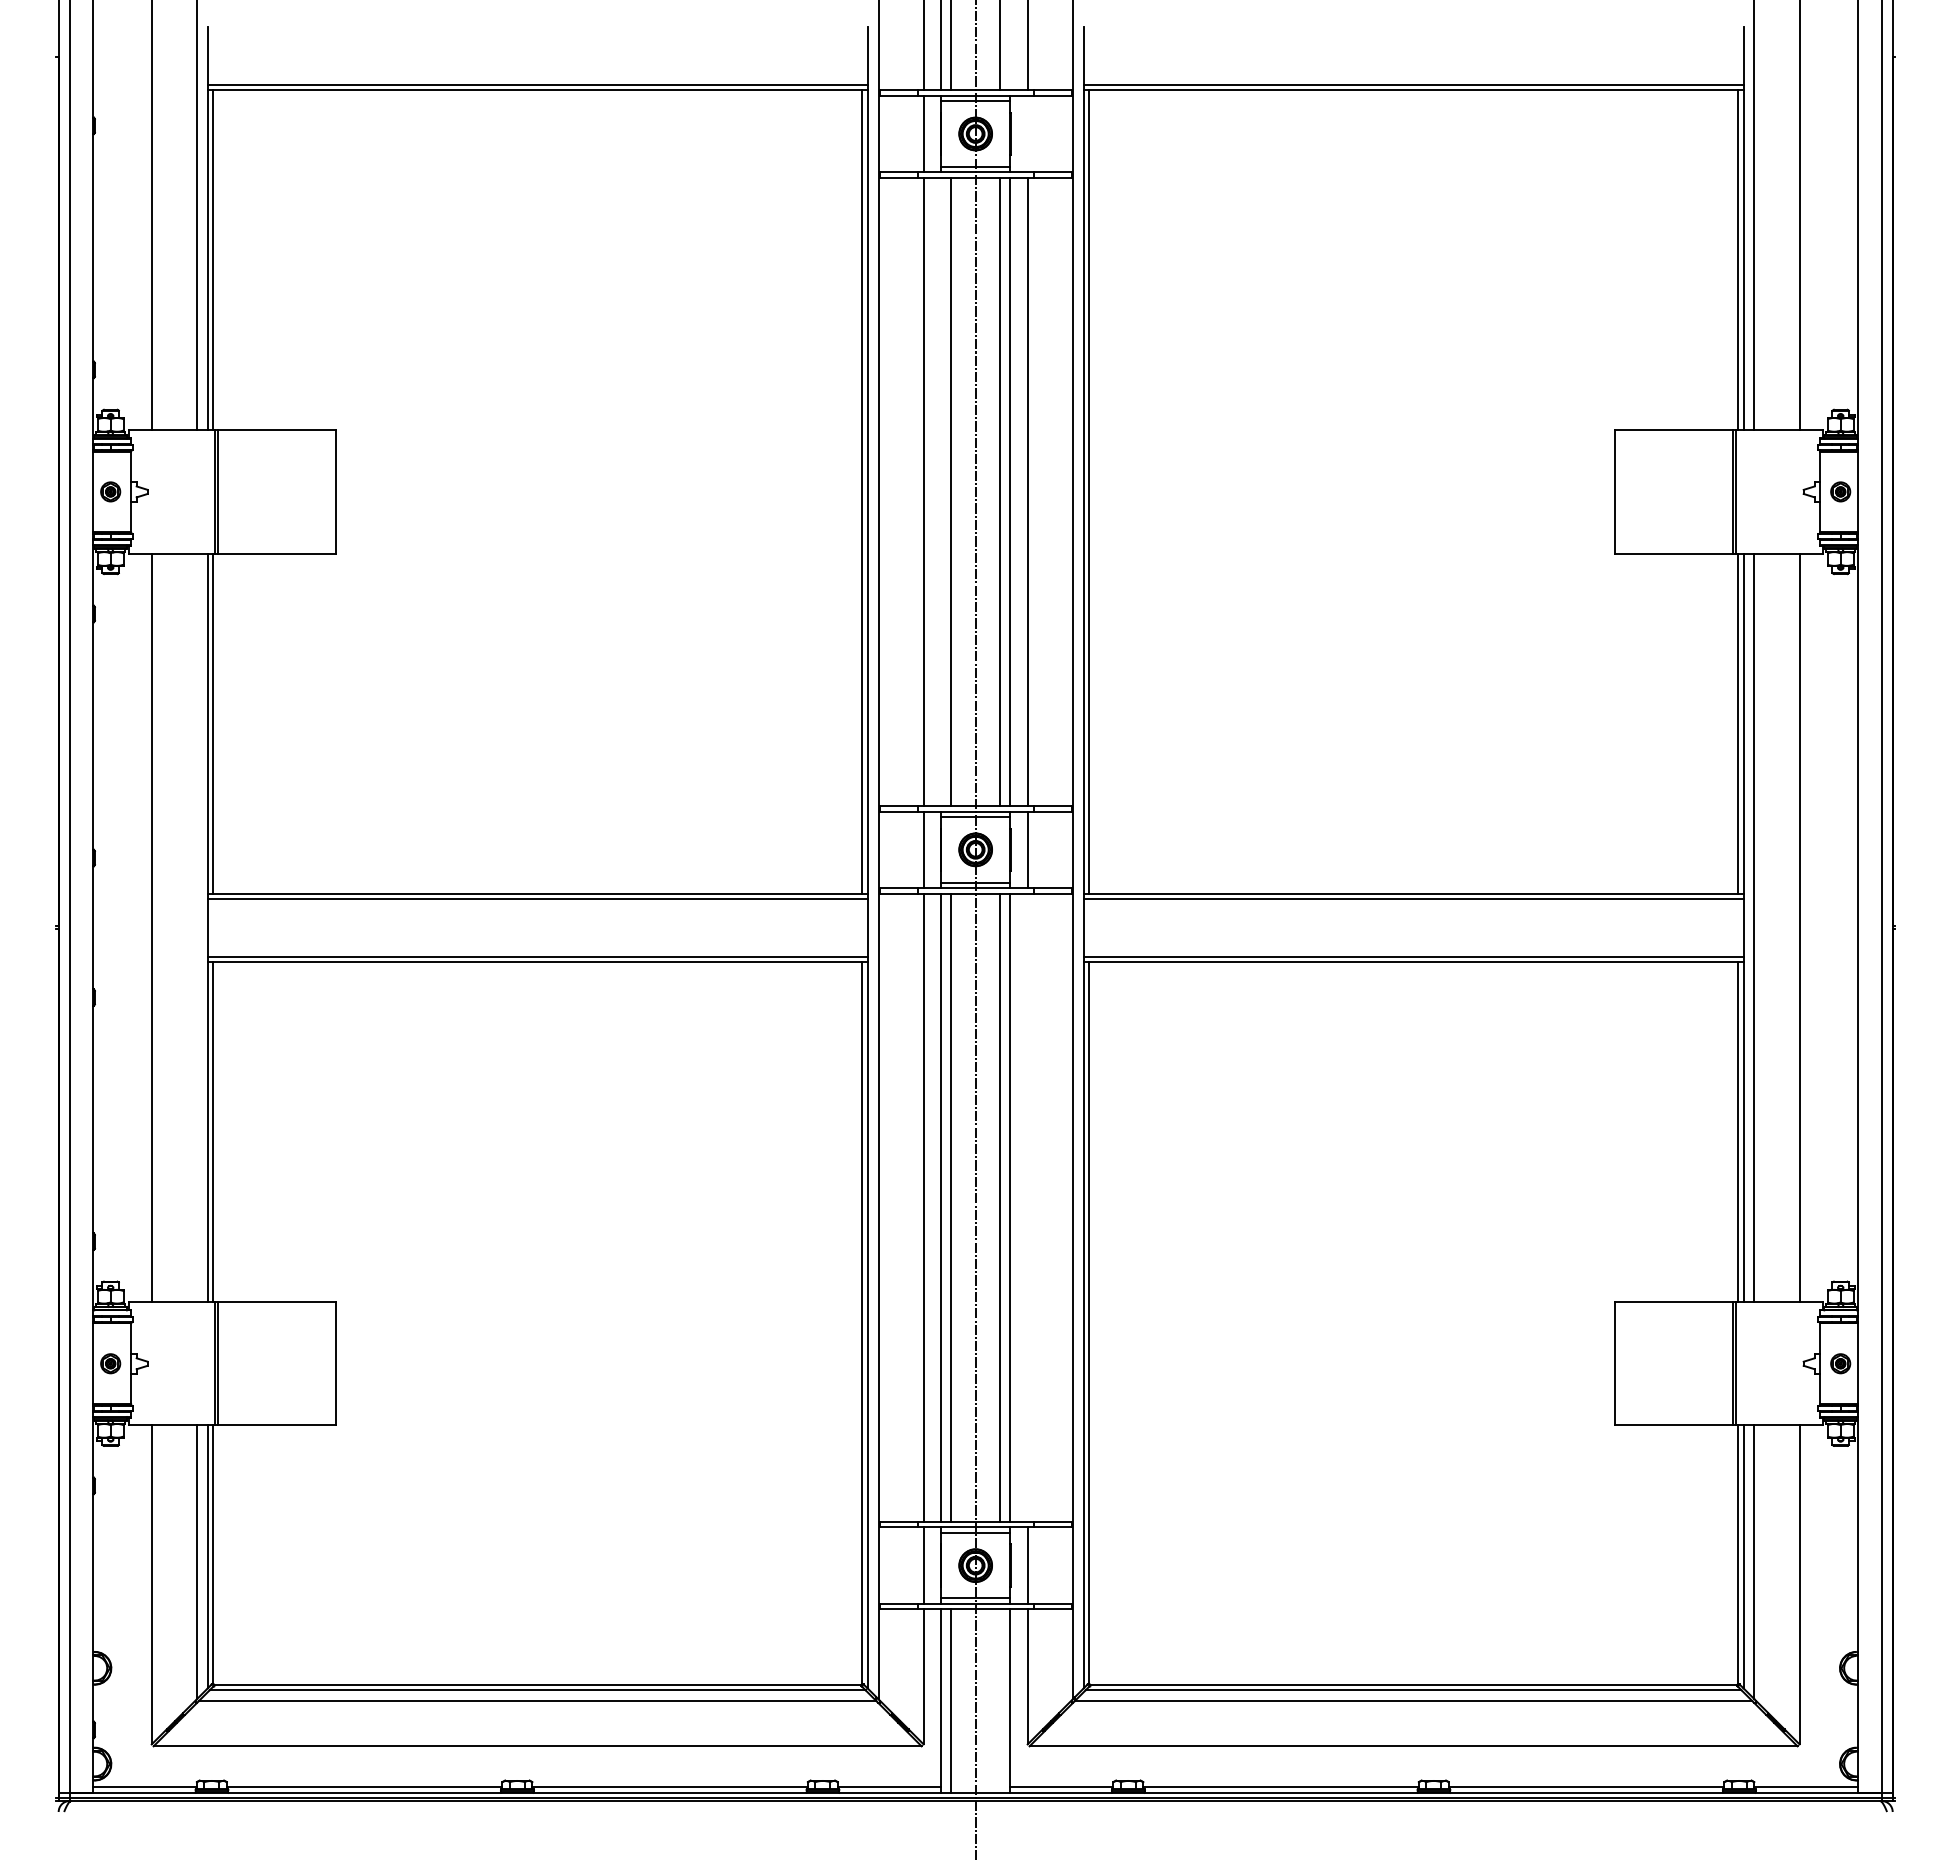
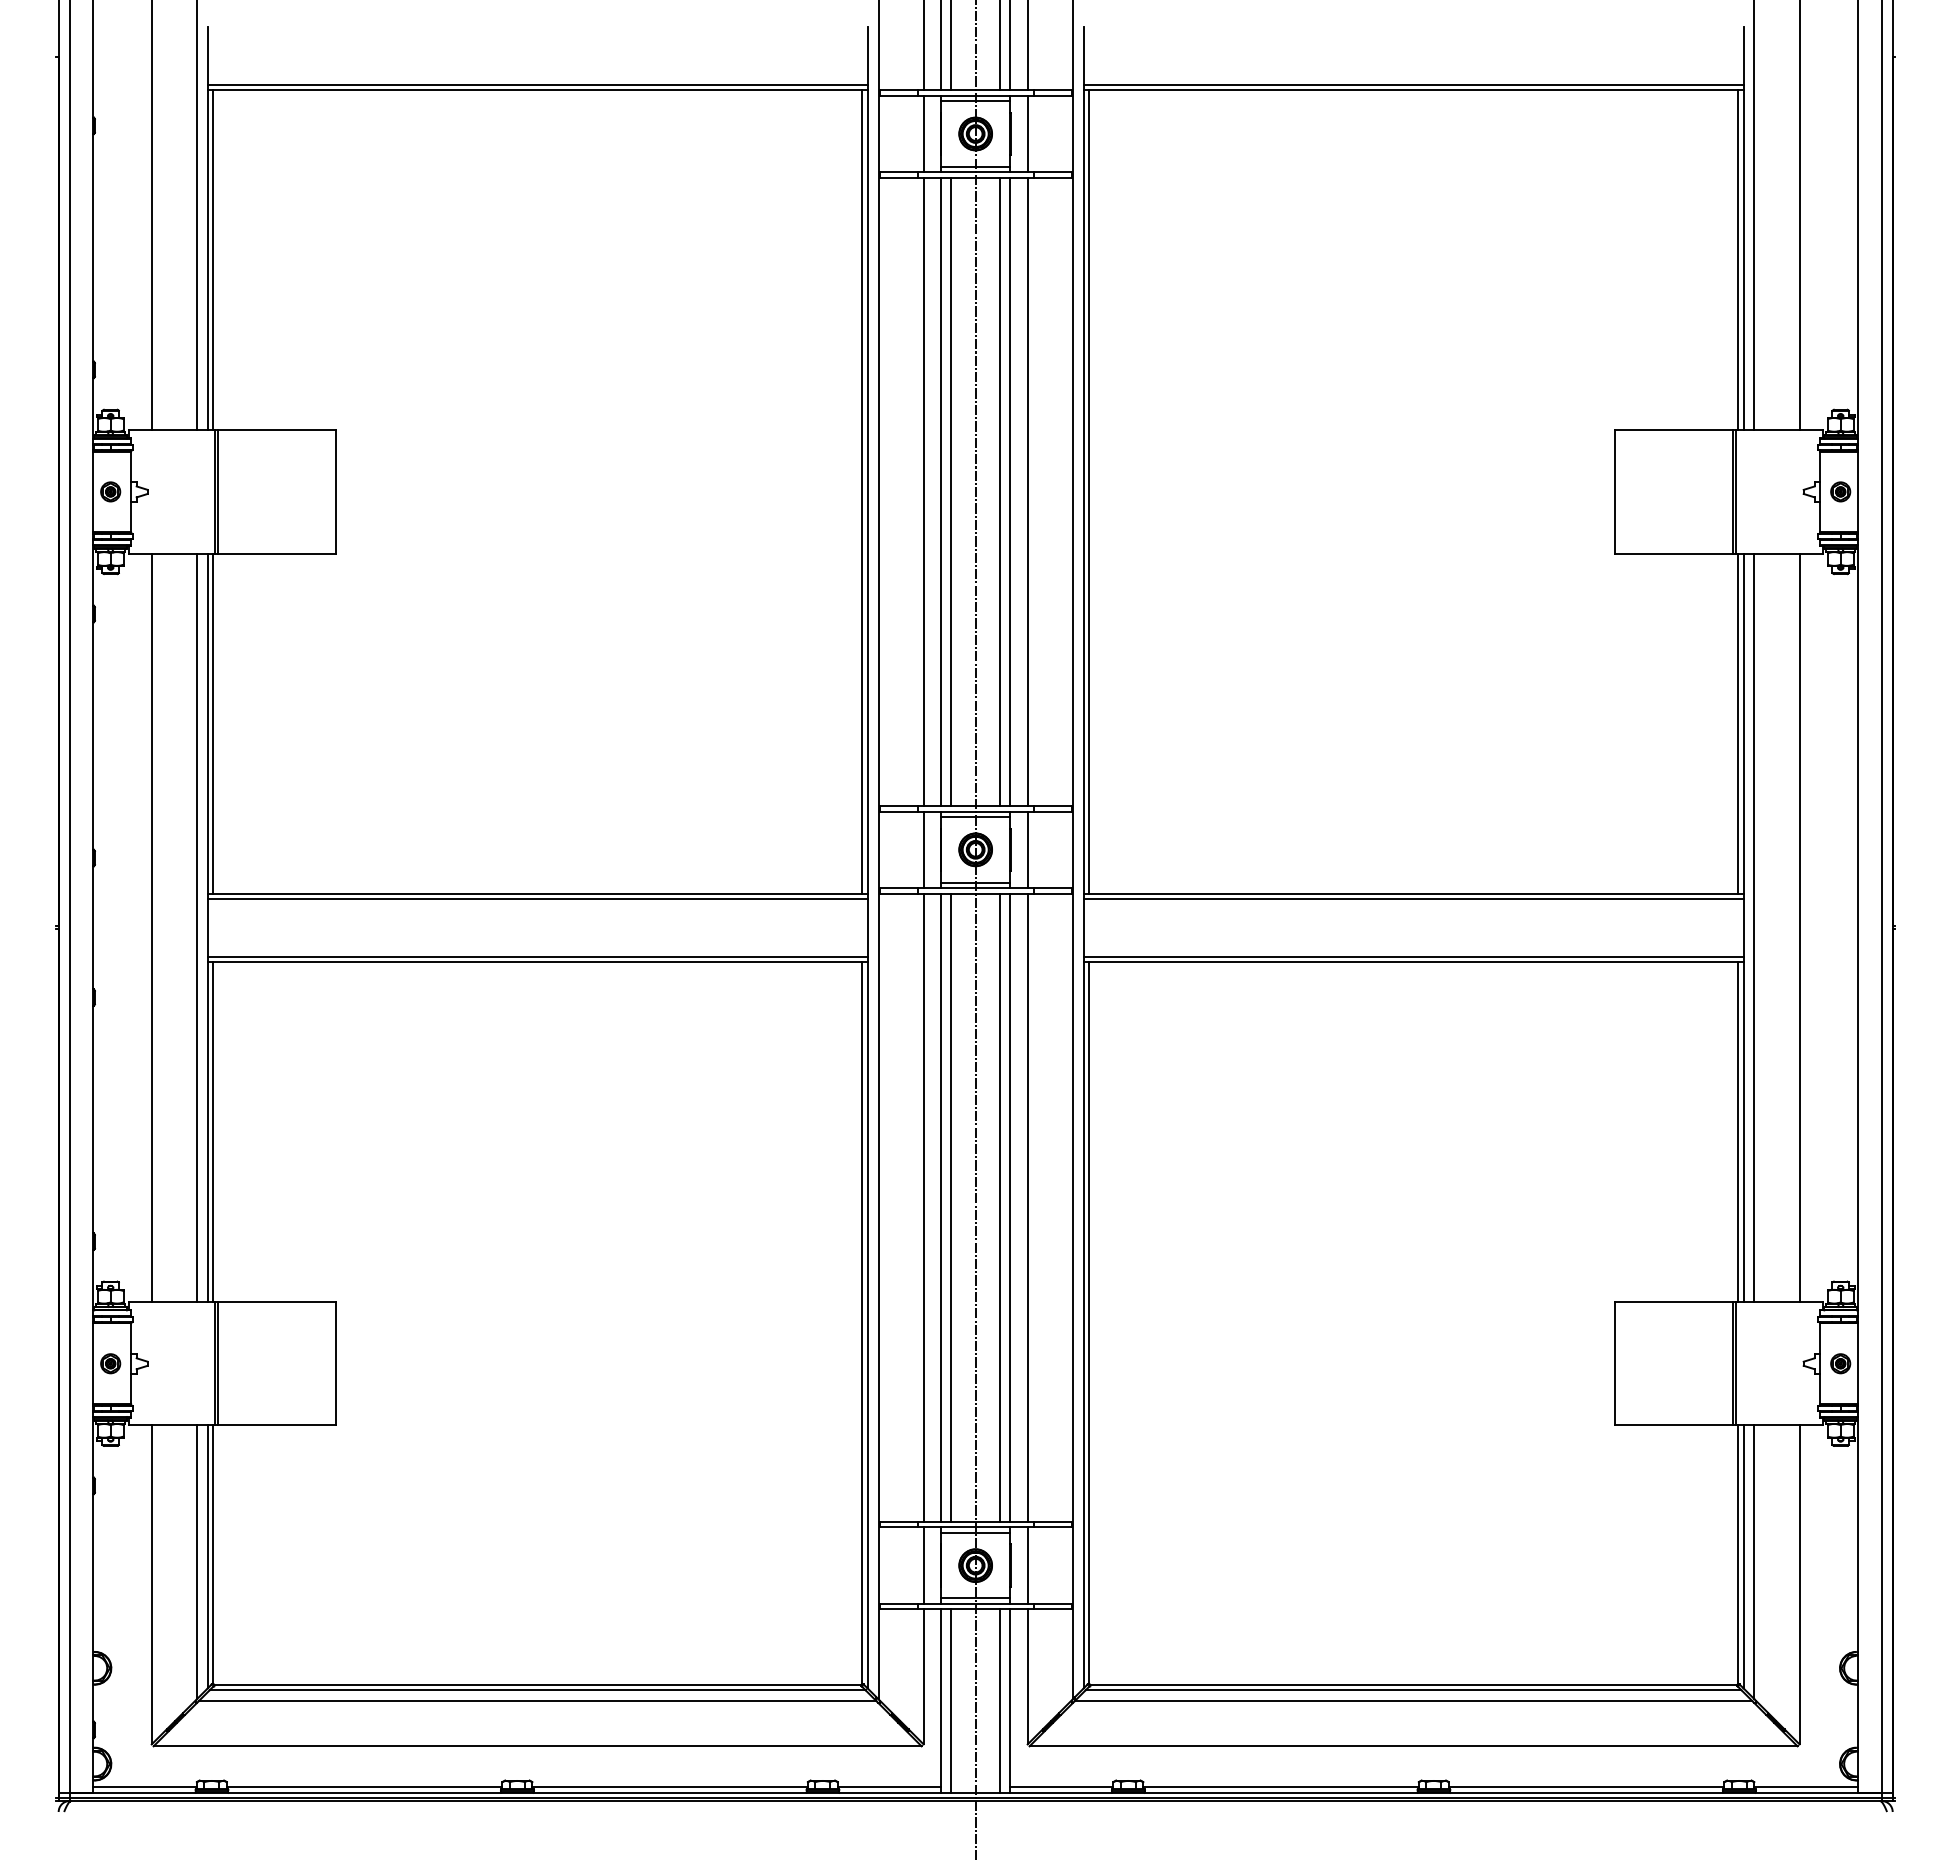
line at (1009, 46): none -> present
line at (1027, 133): none -> present
line at (941, 491): none -> present
line at (196, 927): none -> present
line at (1027, 1207): none -> present
line at (1000, 1700): none -> present
